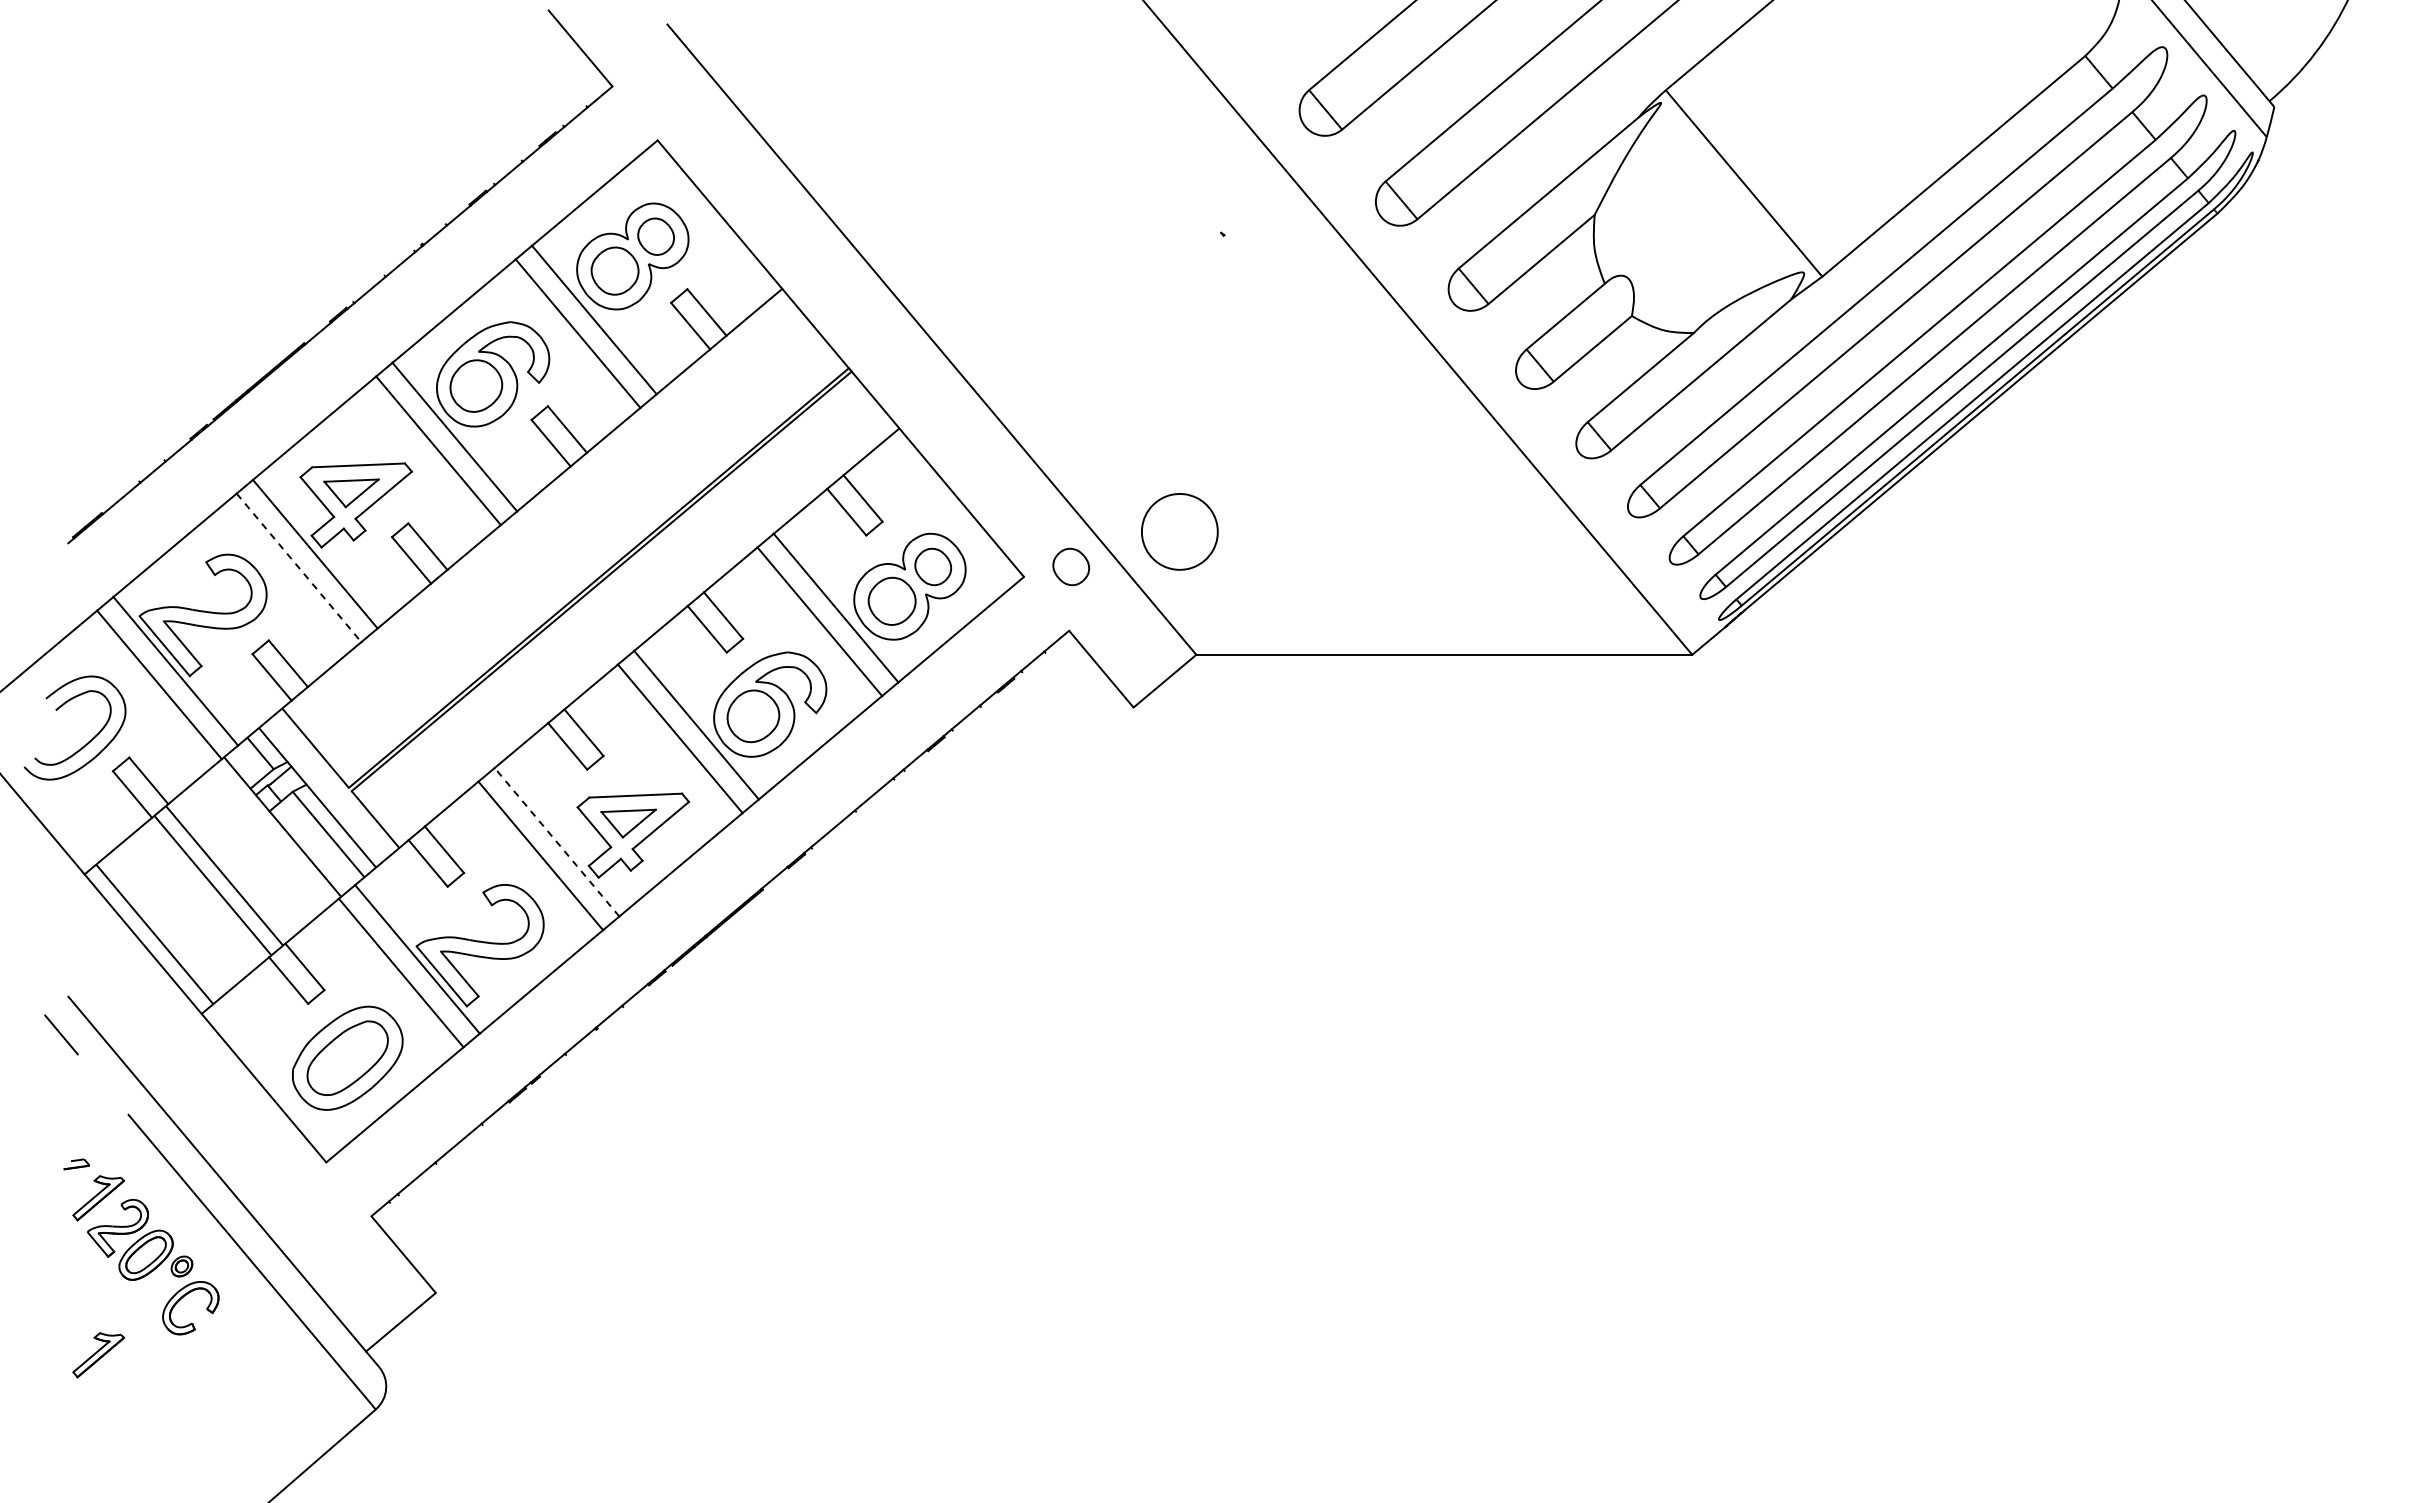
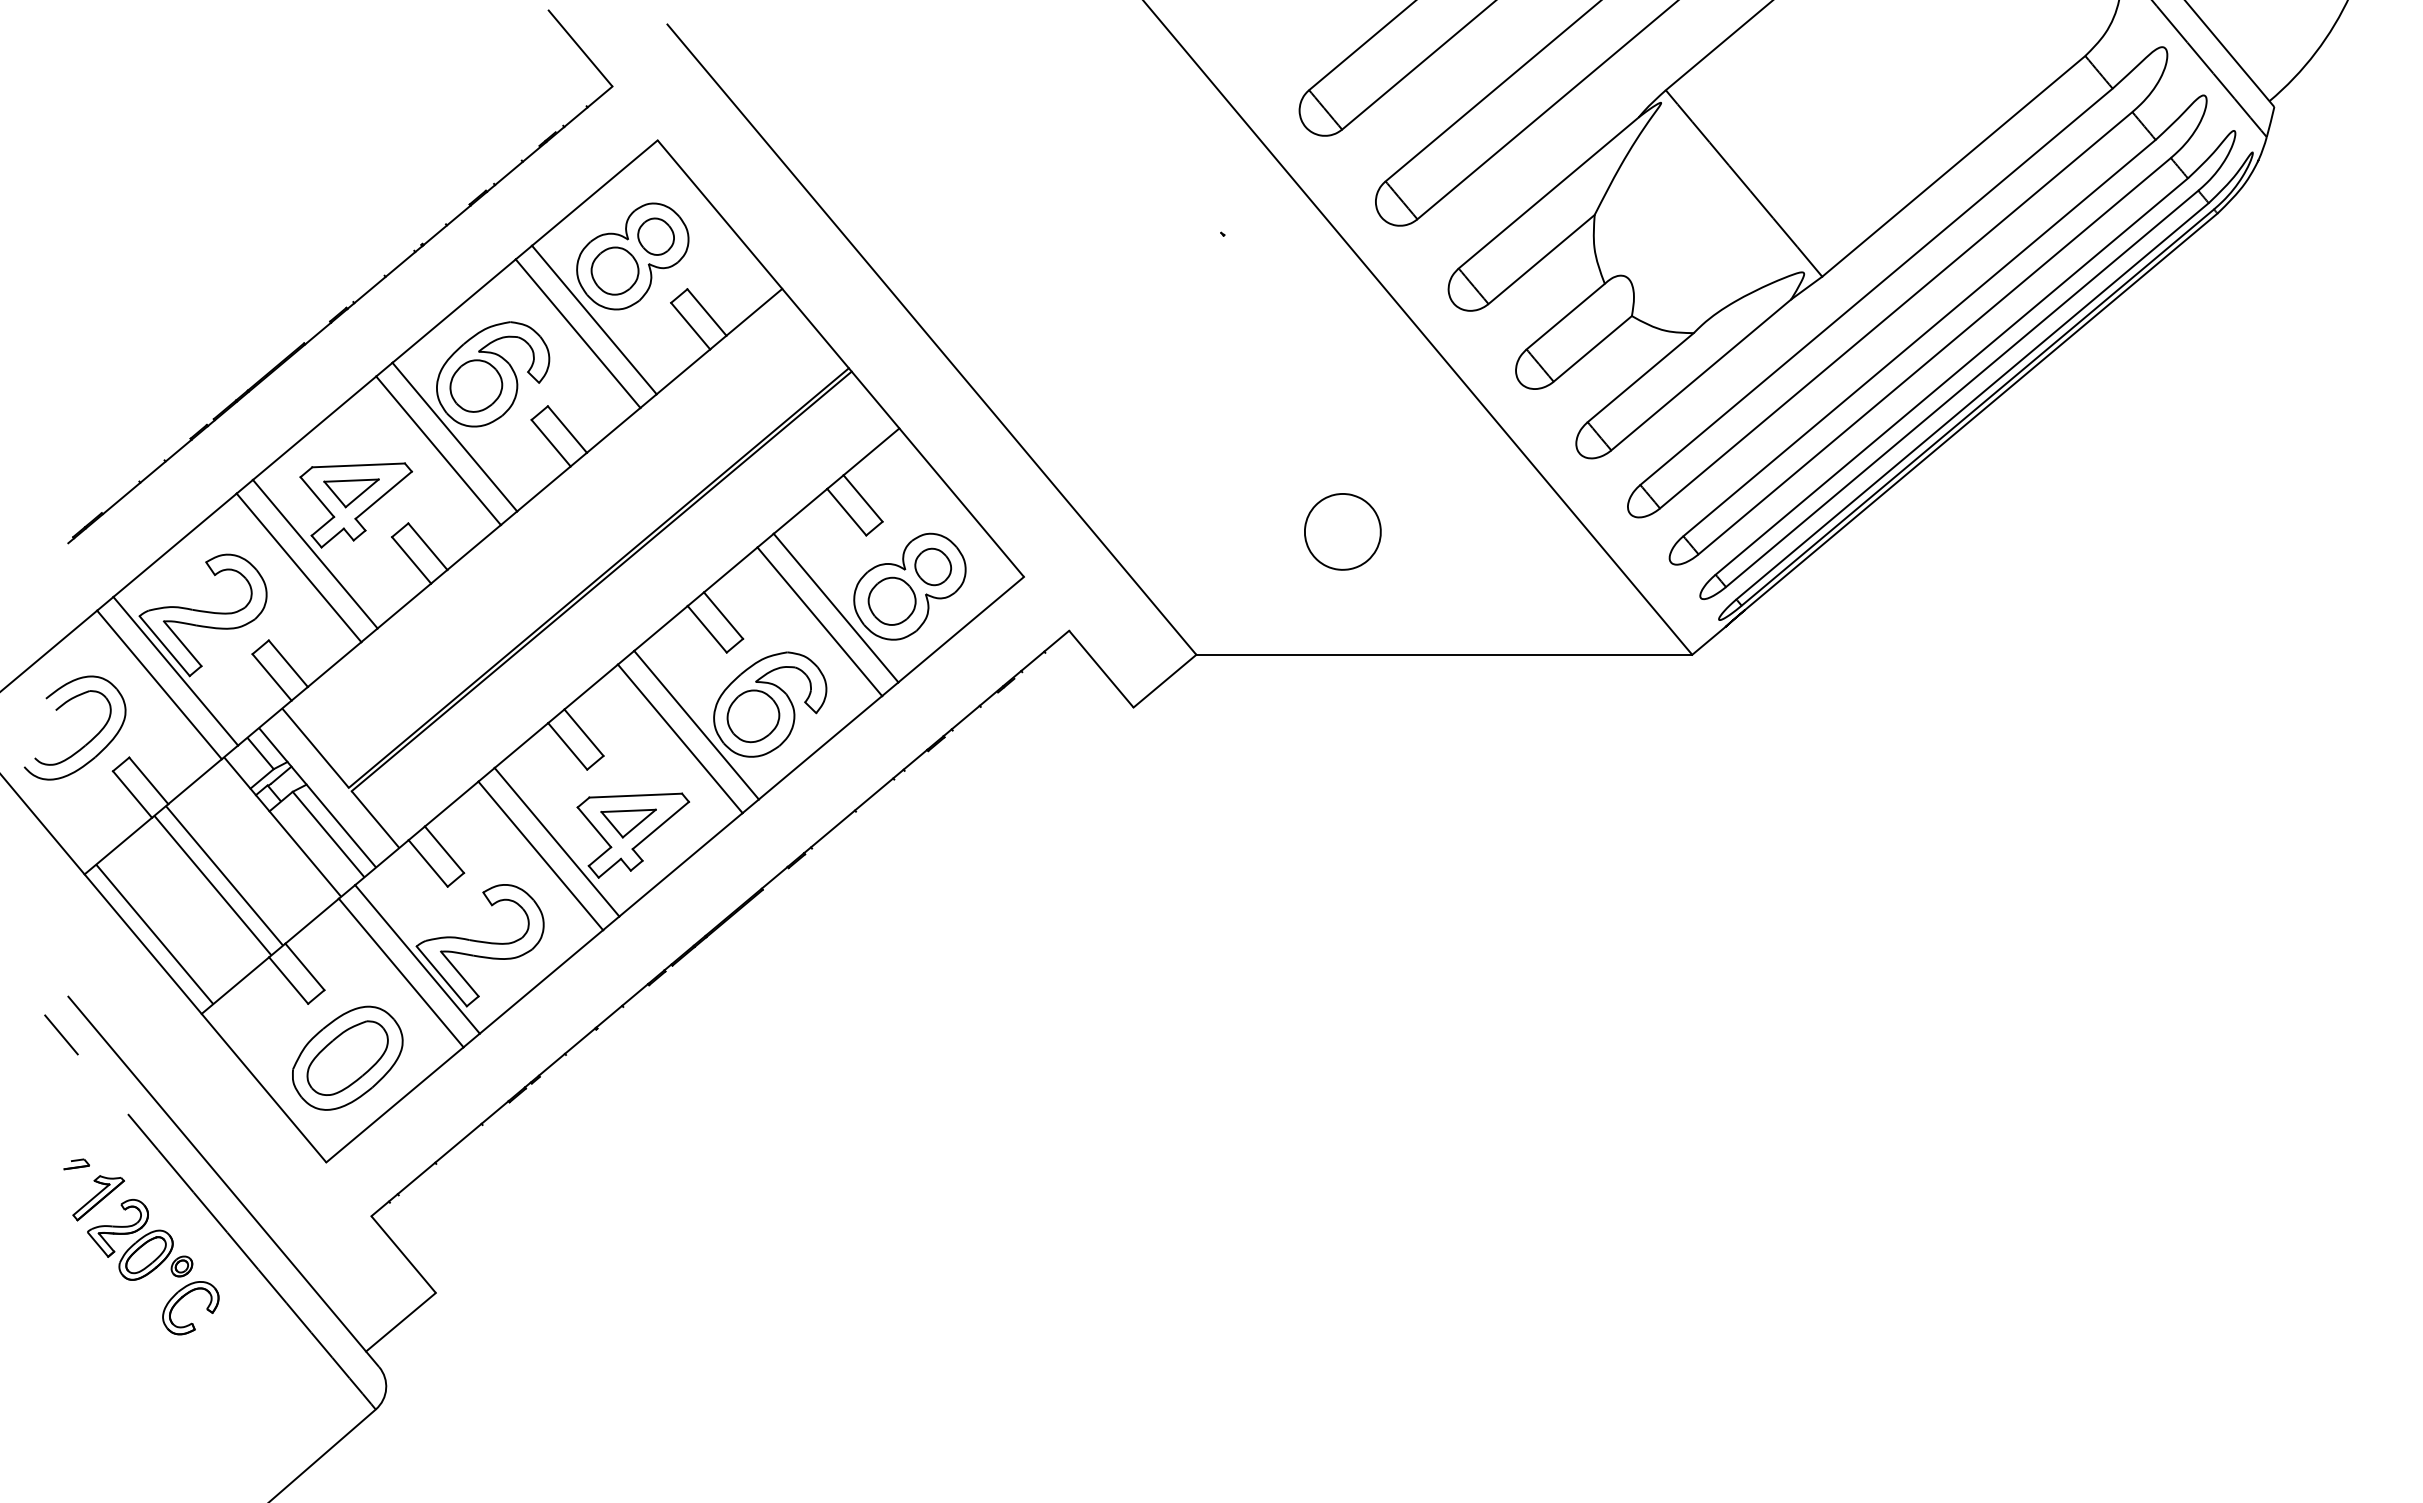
part at (1179, 531) position: (1179, 531) -> (1342, 531)
part at (1071, 566): present -> none
line at (299, 567): dashed -> solid
line at (557, 842): dashed -> solid
part at (98, 1355): present -> none
